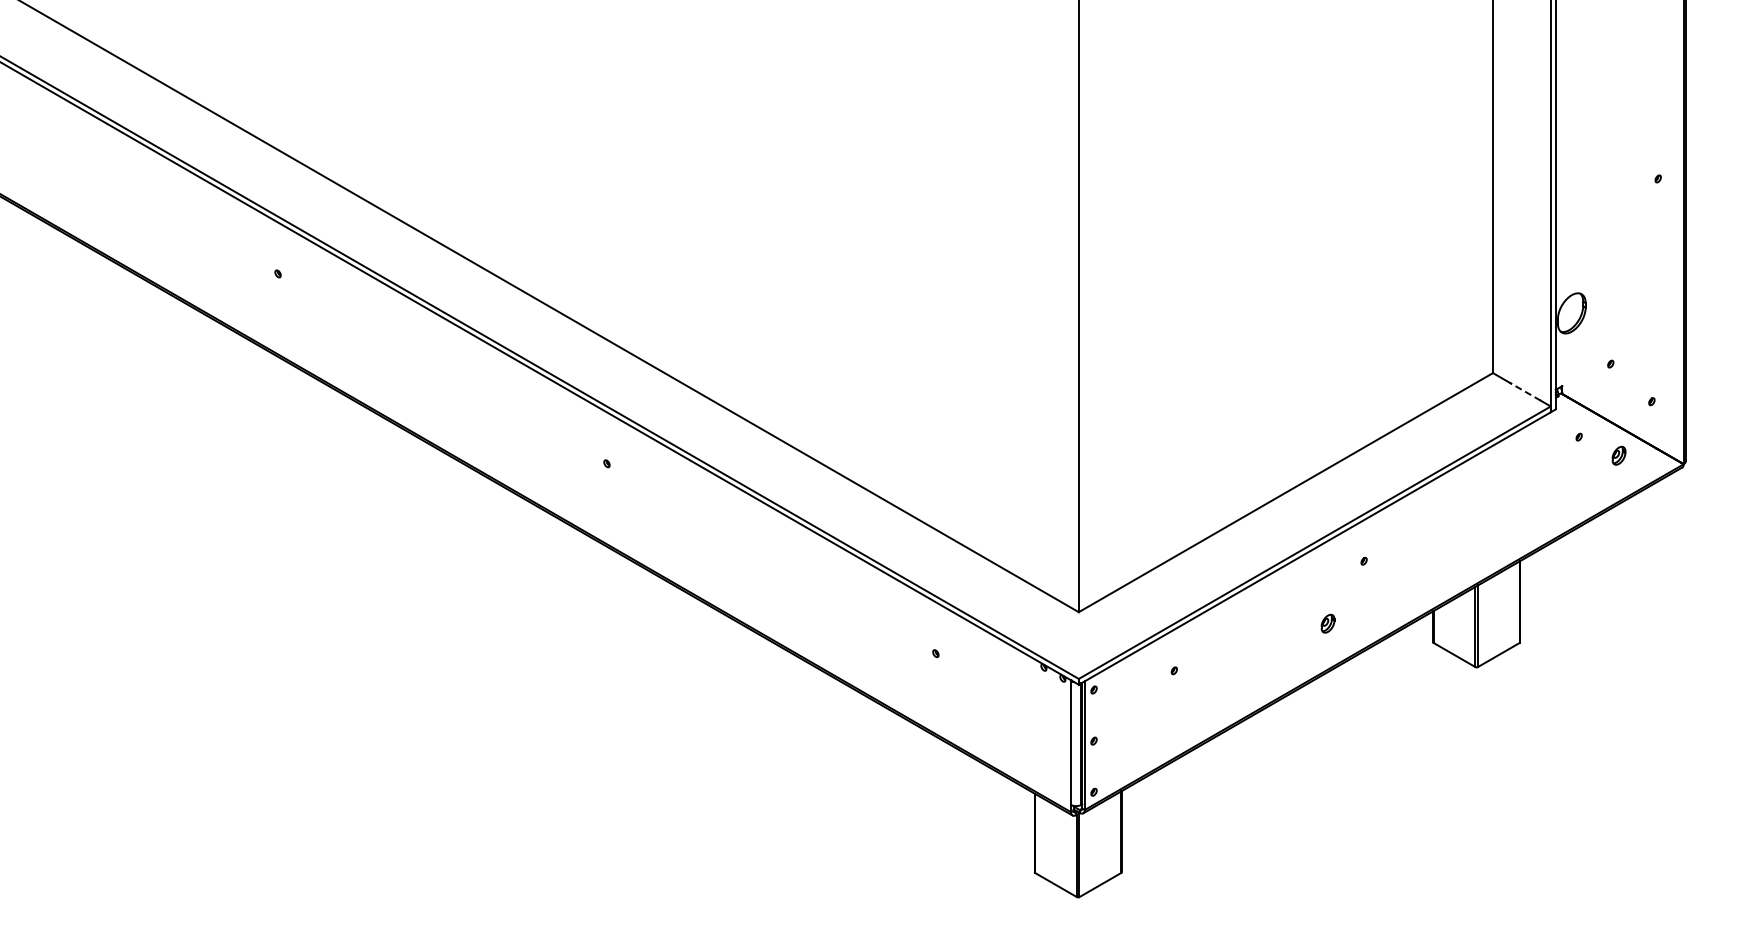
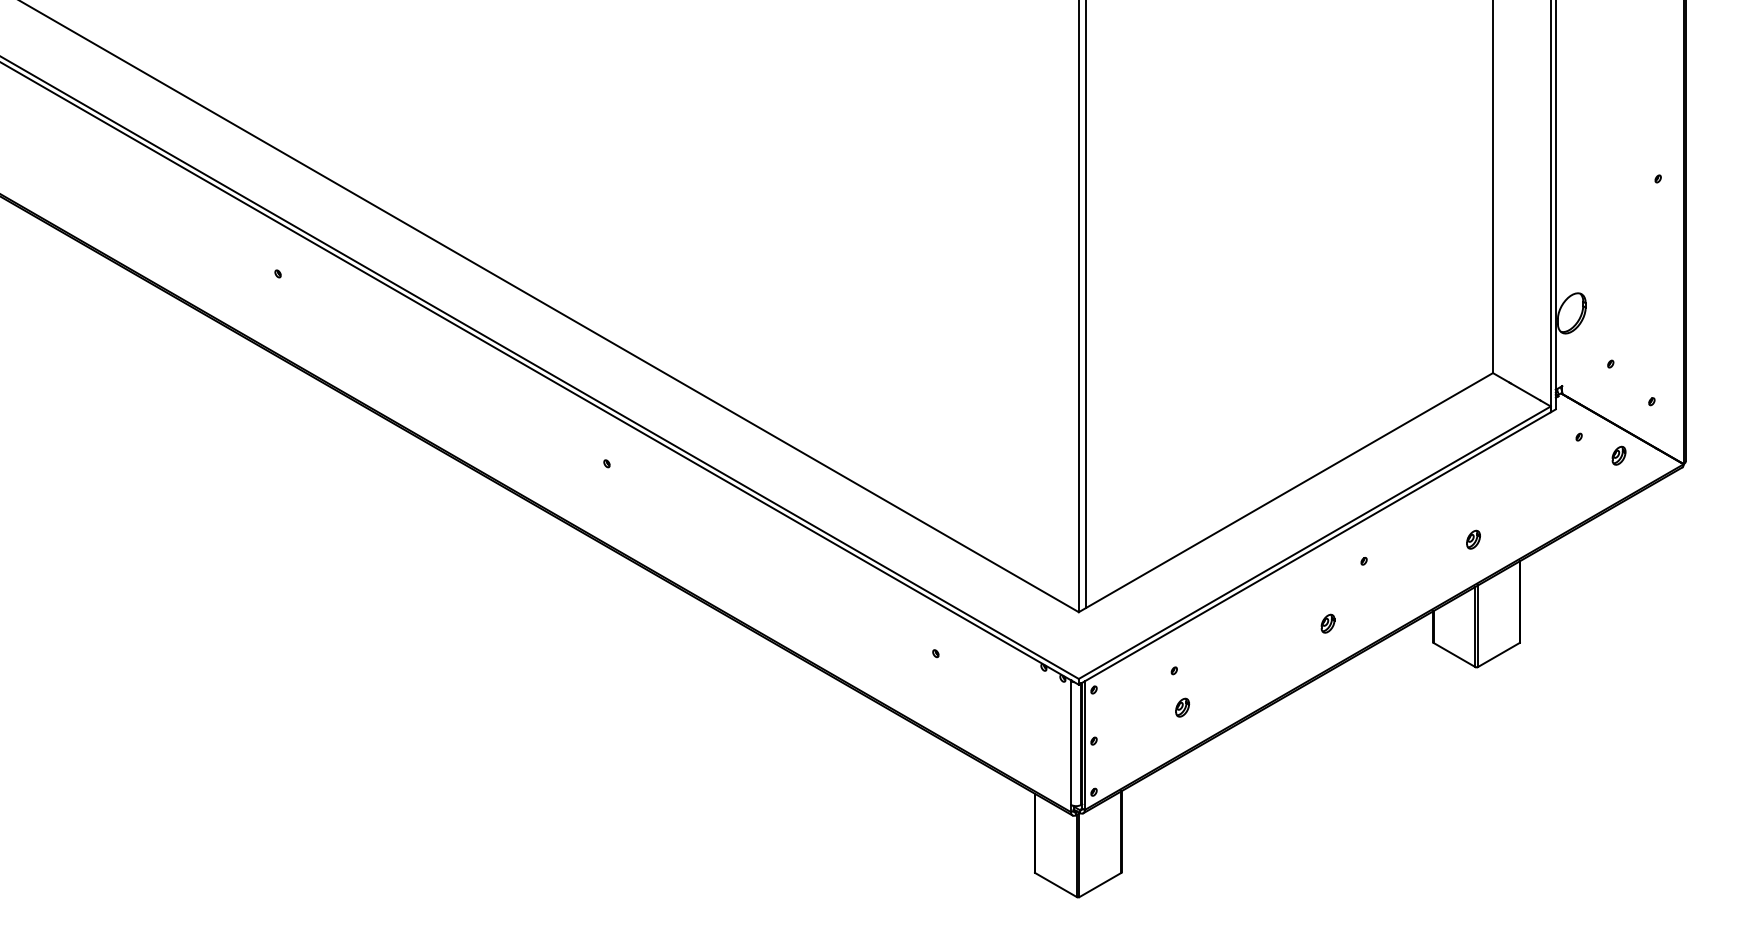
line at (1085, 305): none -> present
line at (1524, 391): dashed -> solid
part at (1473, 539): none -> present
part at (1182, 707): none -> present
